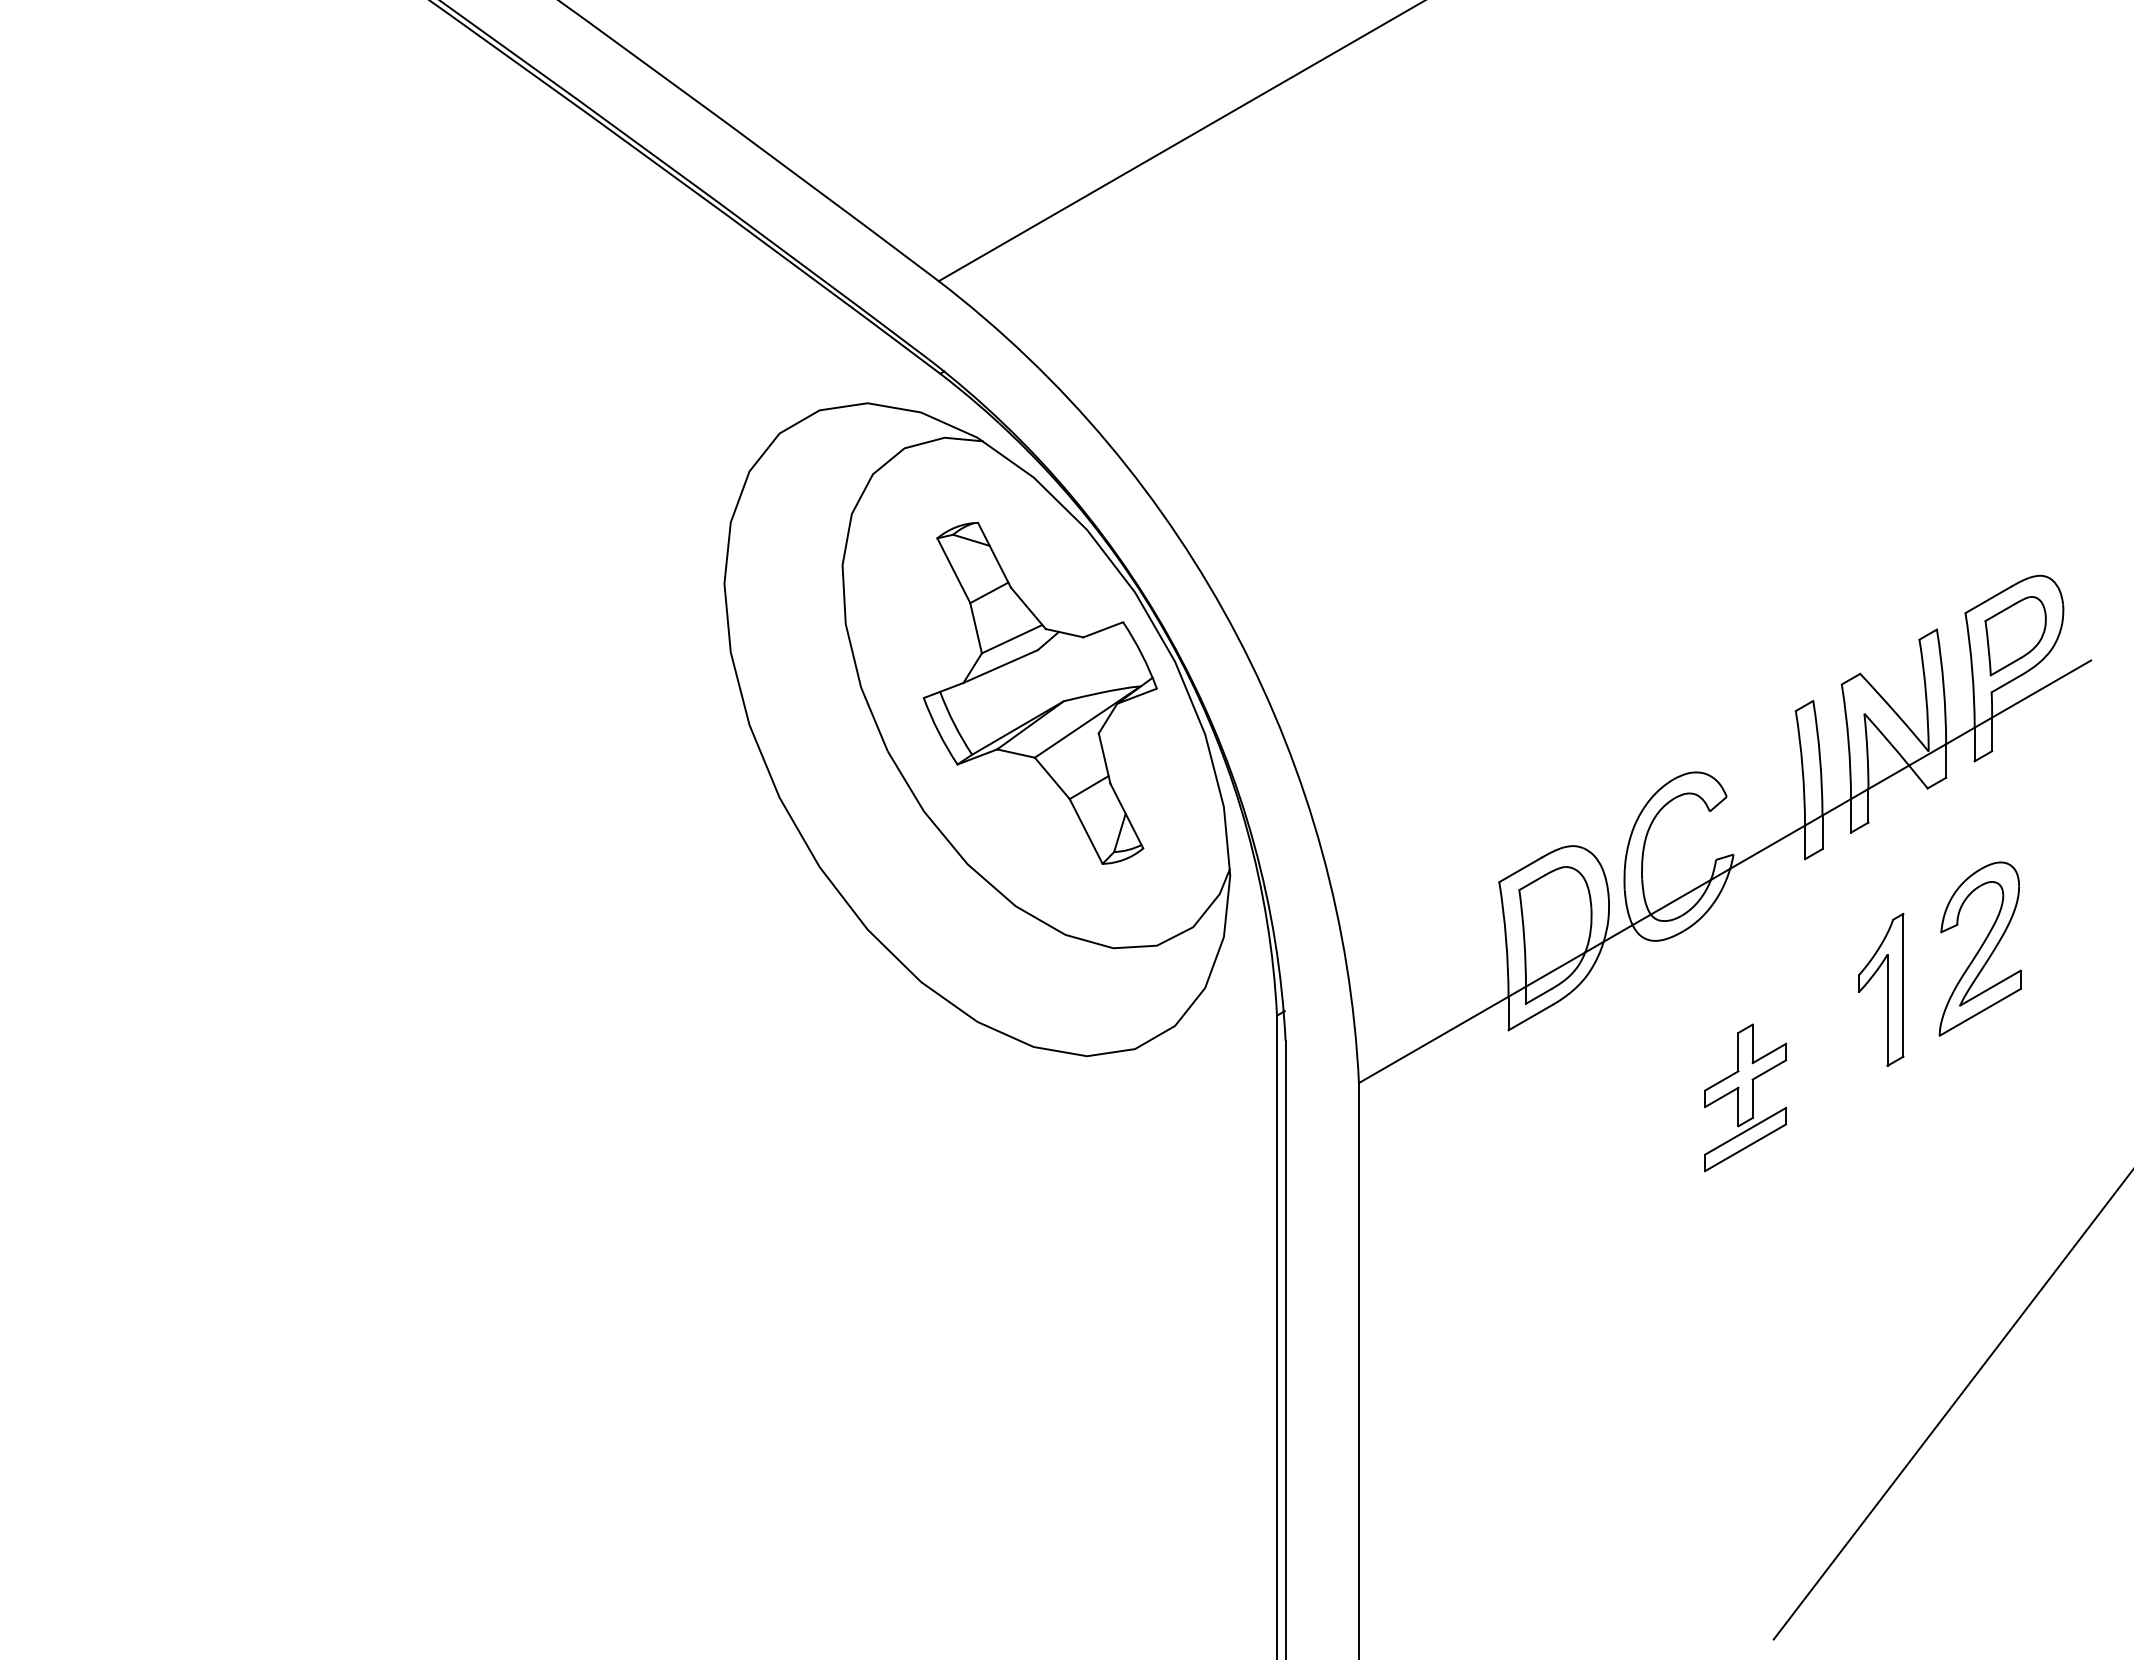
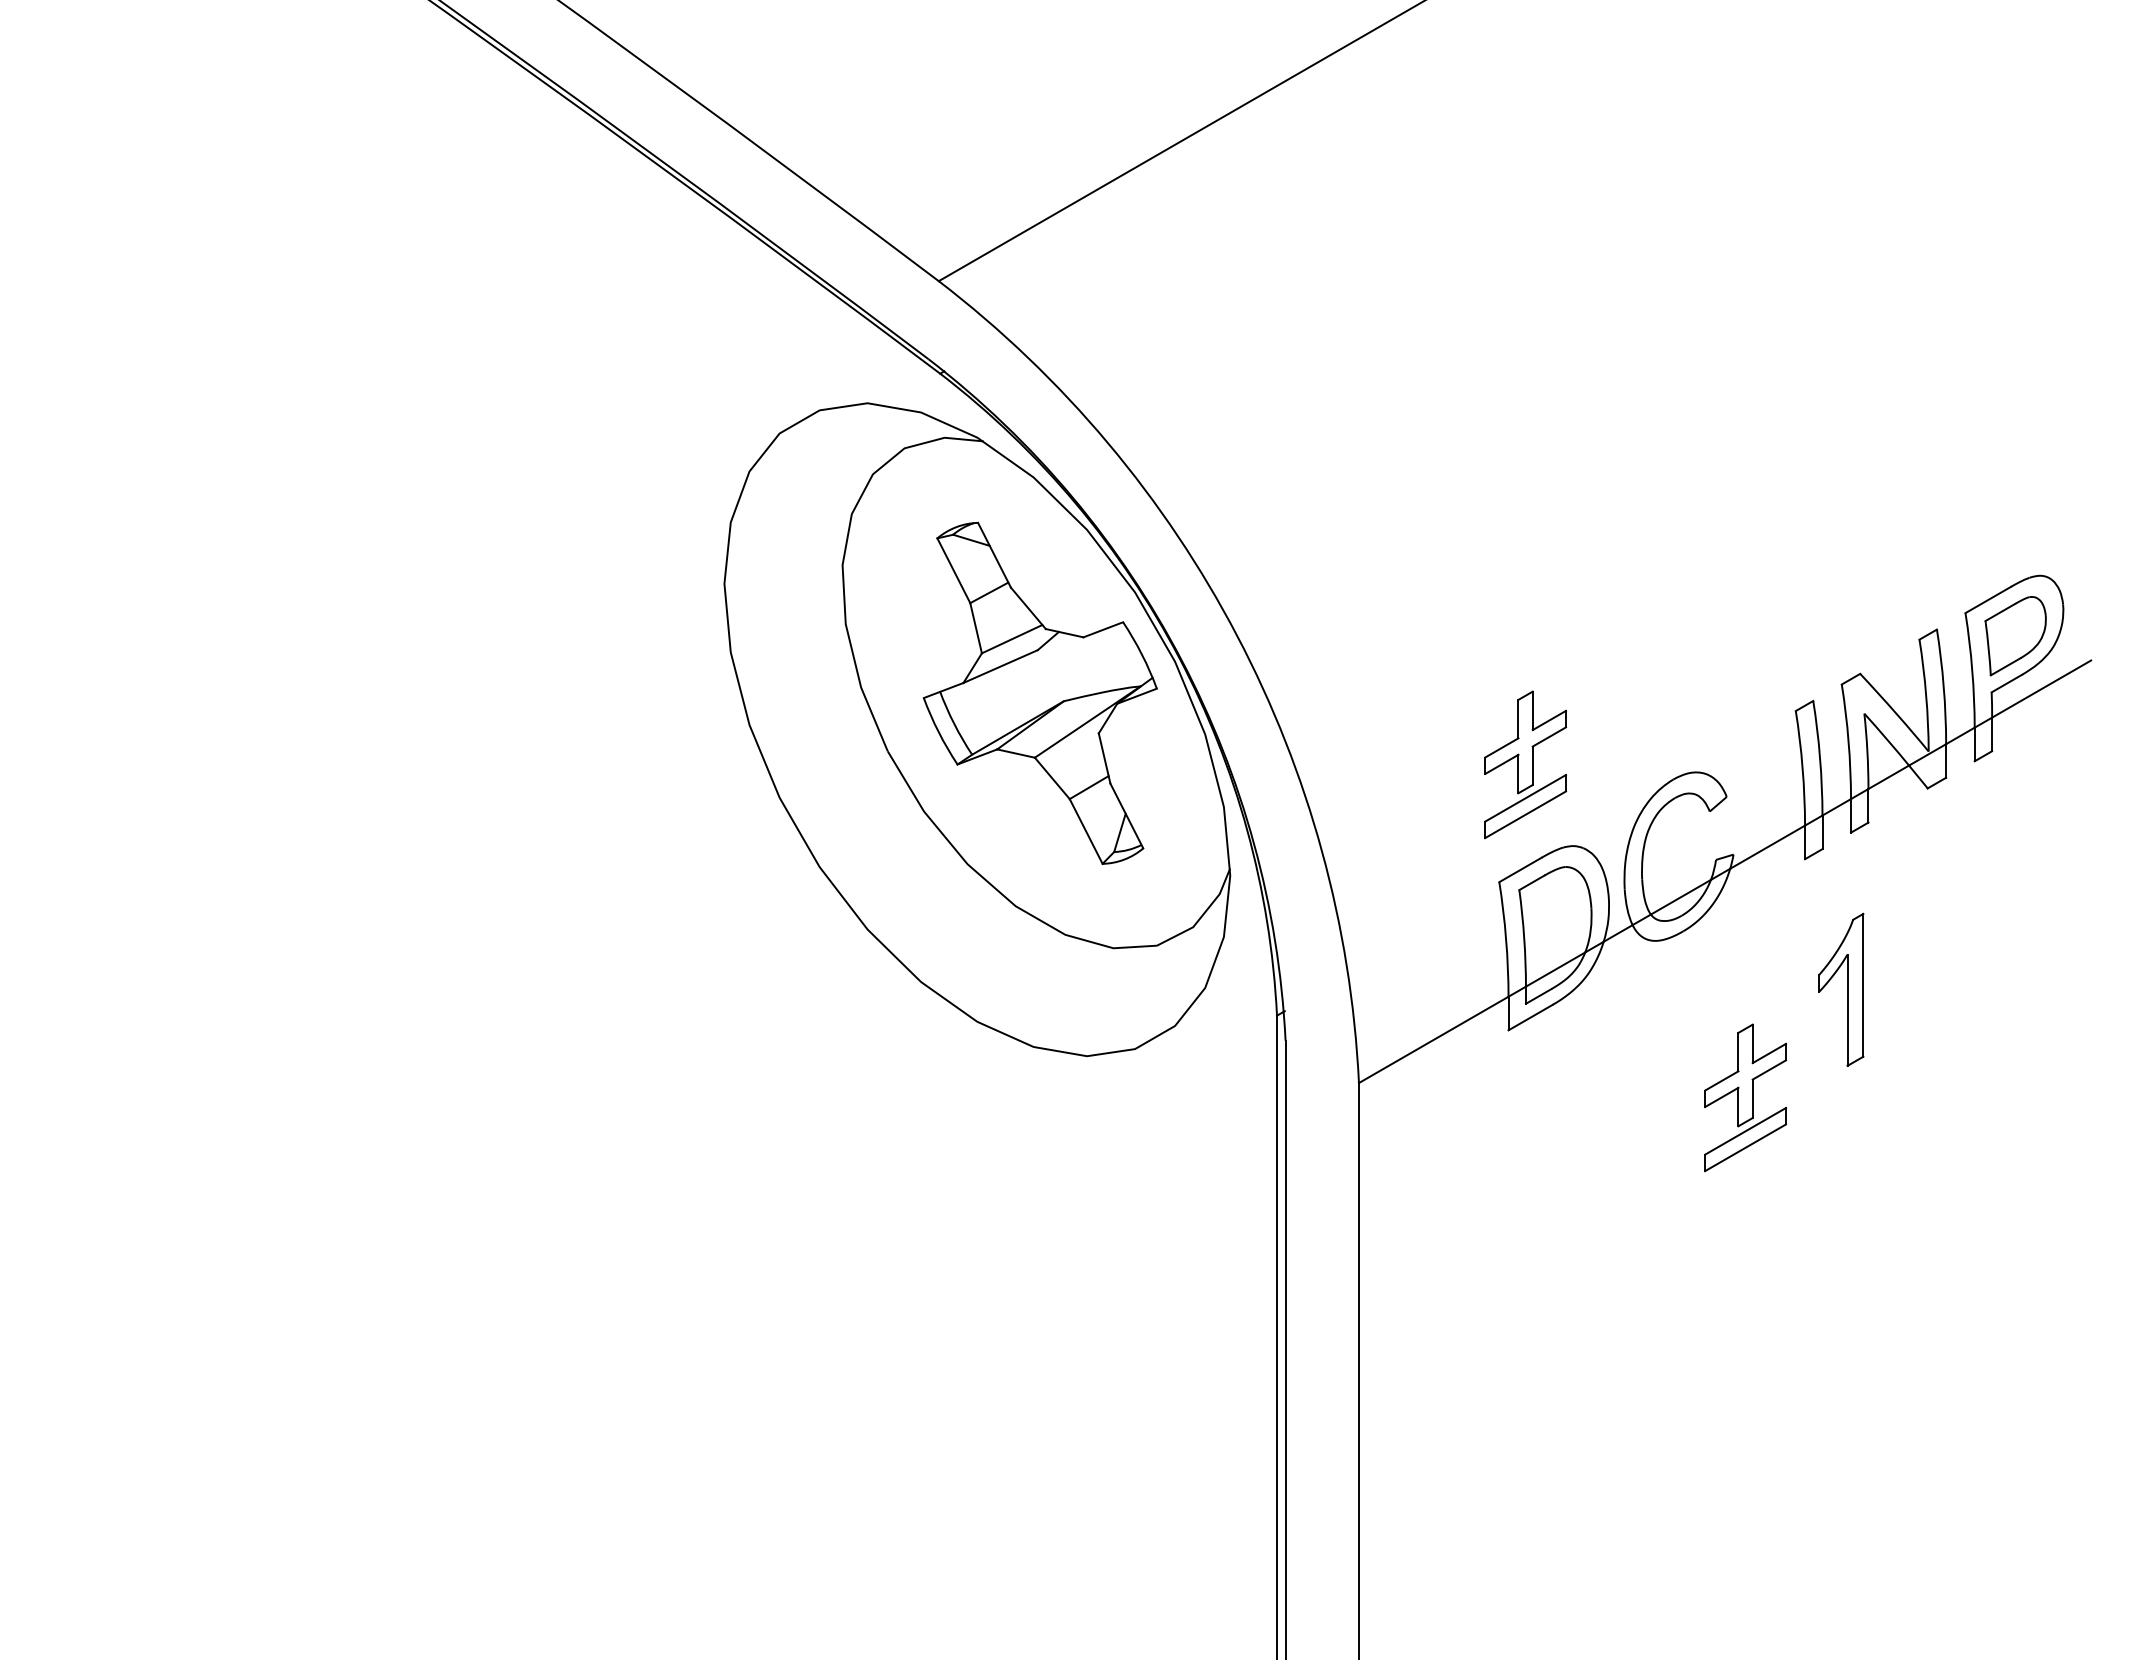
part at (1525, 764): none -> present
part at (1979, 948): present -> none
part at (1881, 989) position: (1881, 989) -> (1841, 989)
line at (1951, 1406): present -> none
